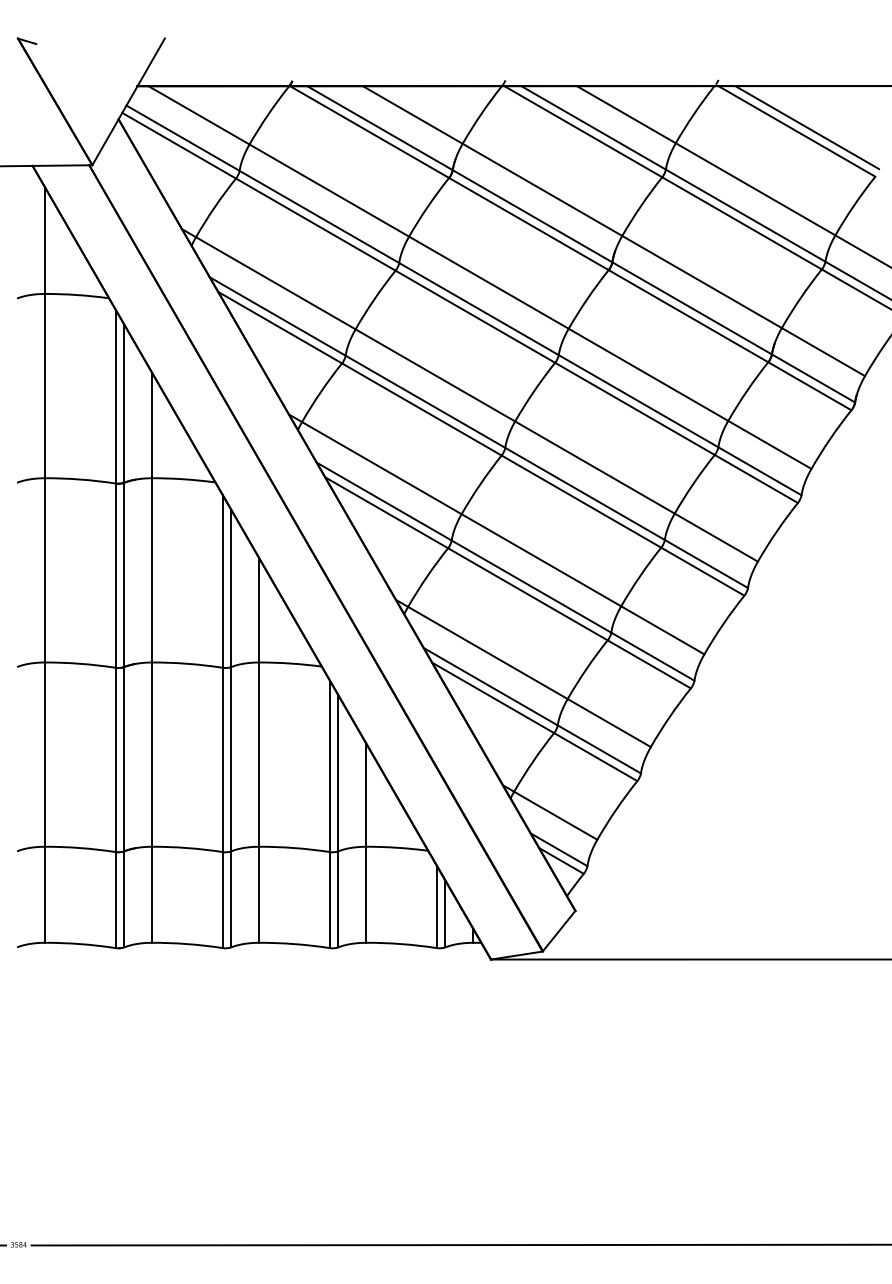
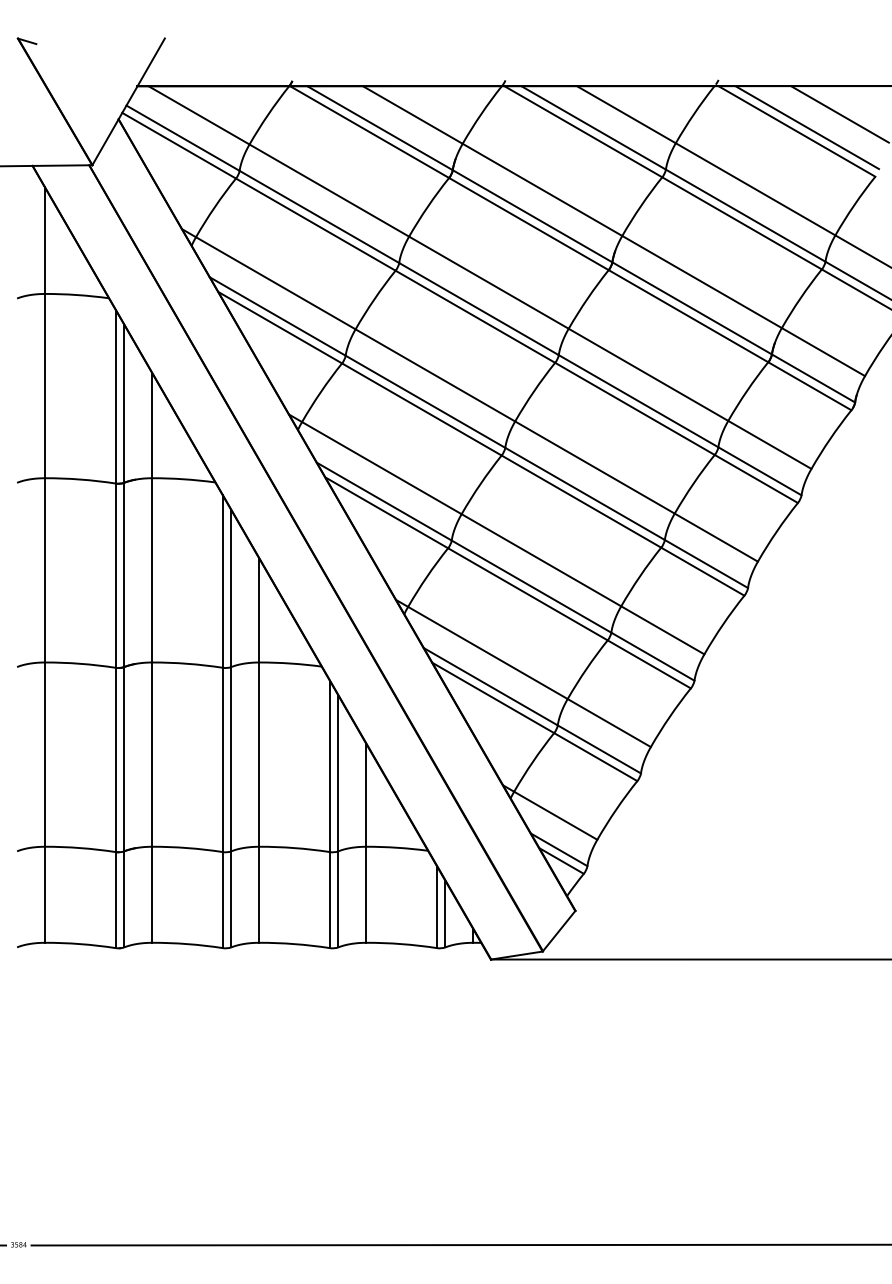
line at (839, 114): none -> present
